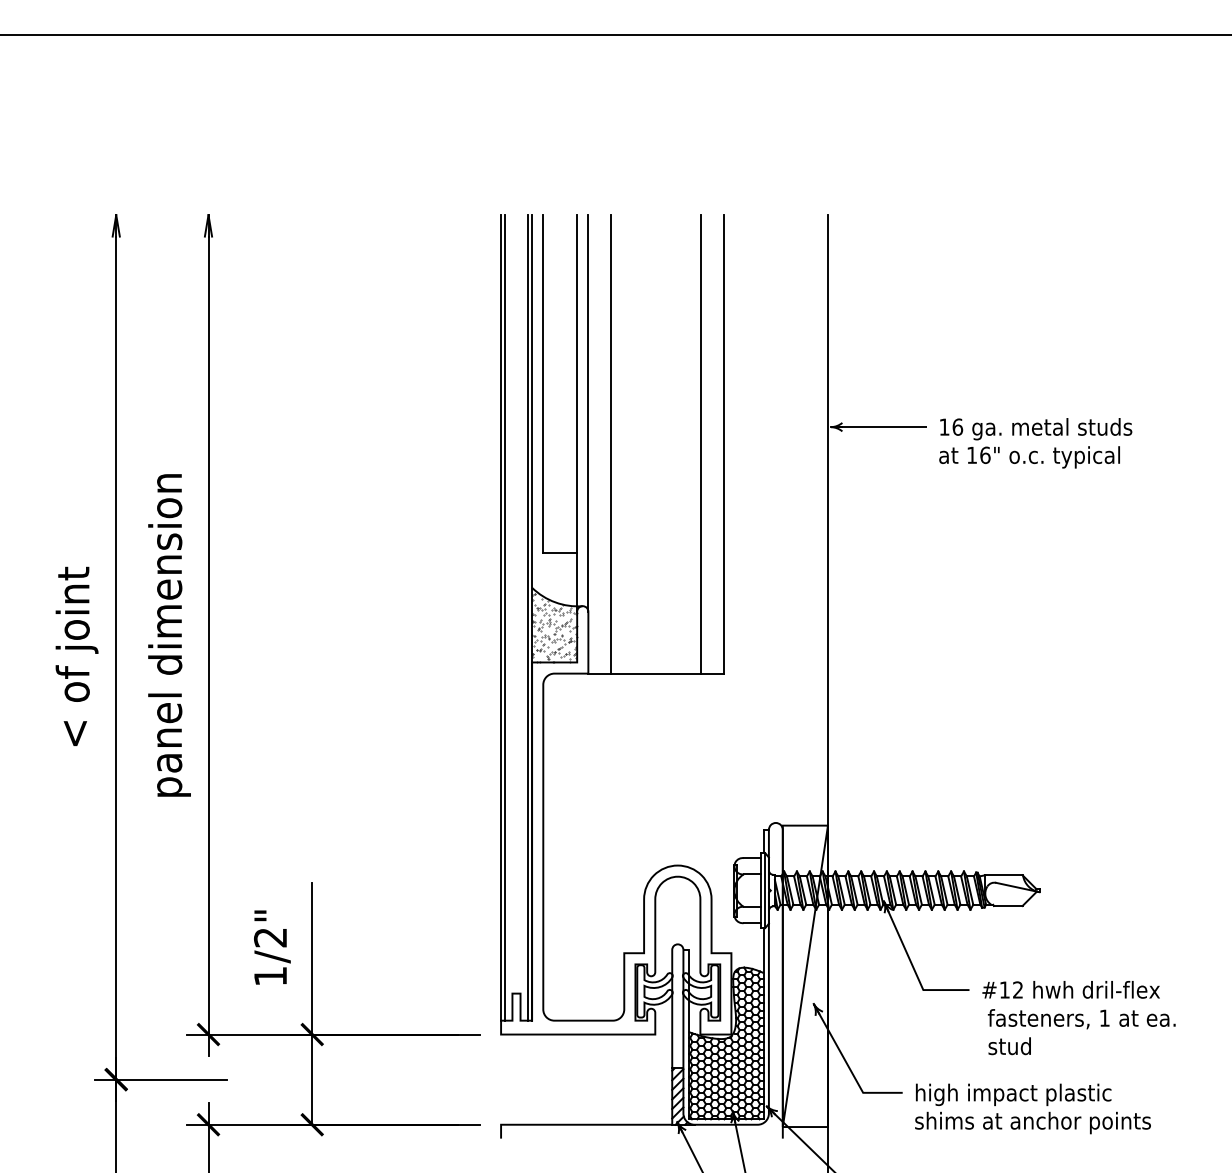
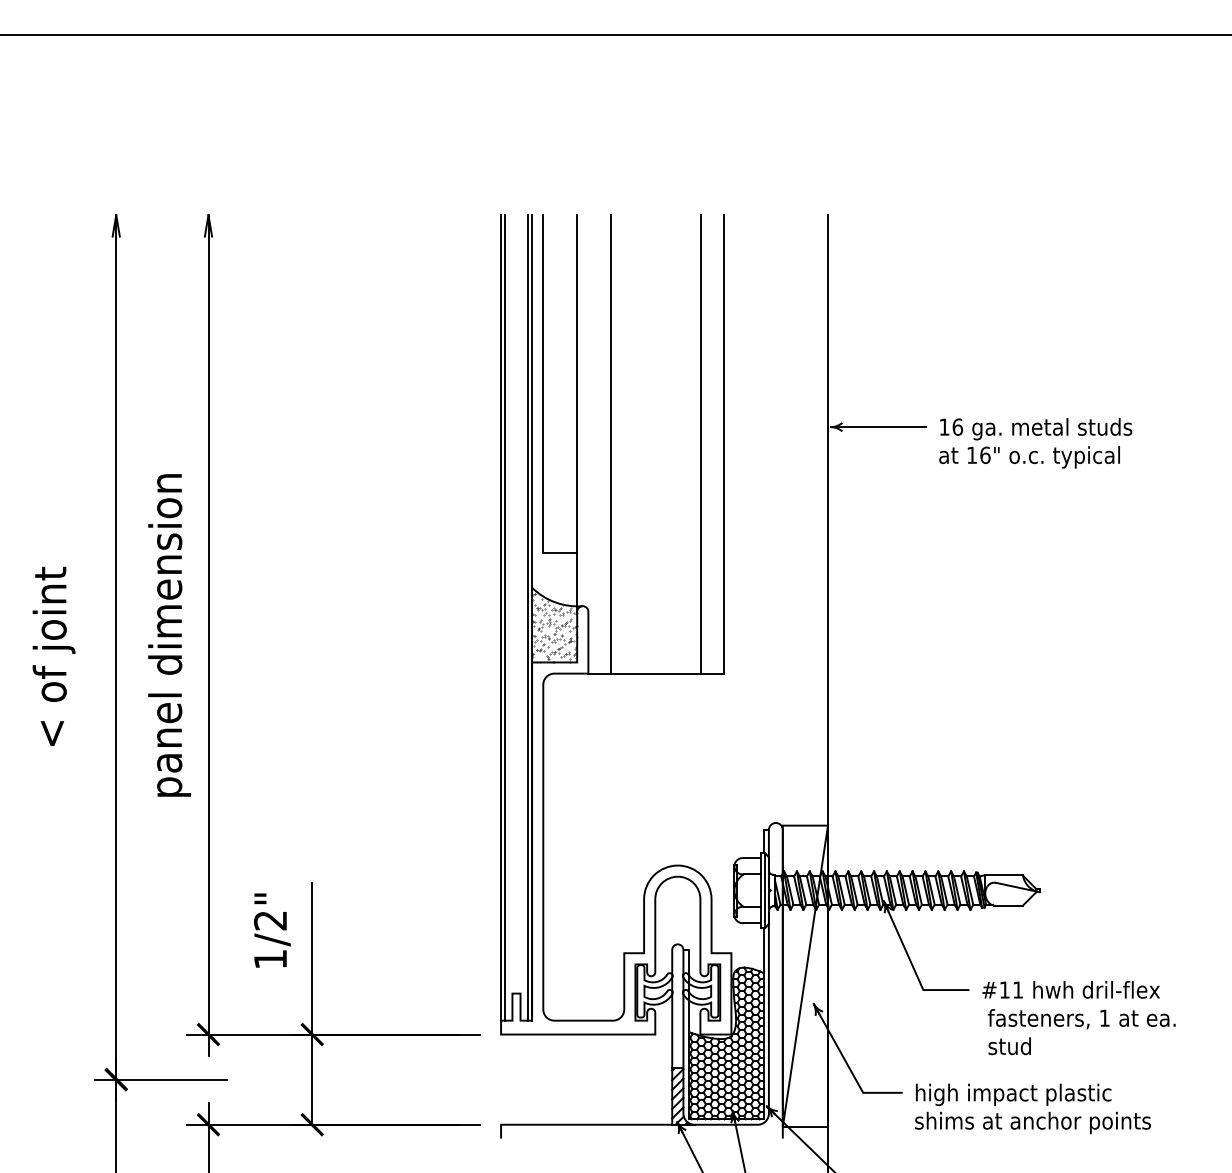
line at (588, 413): present -> none
text at (76, 655) position: (76, 655) -> (53, 655)
text at (272, 947) position: (272, 947) -> (272, 930)
text at (1017, 989): #12 -> #11
